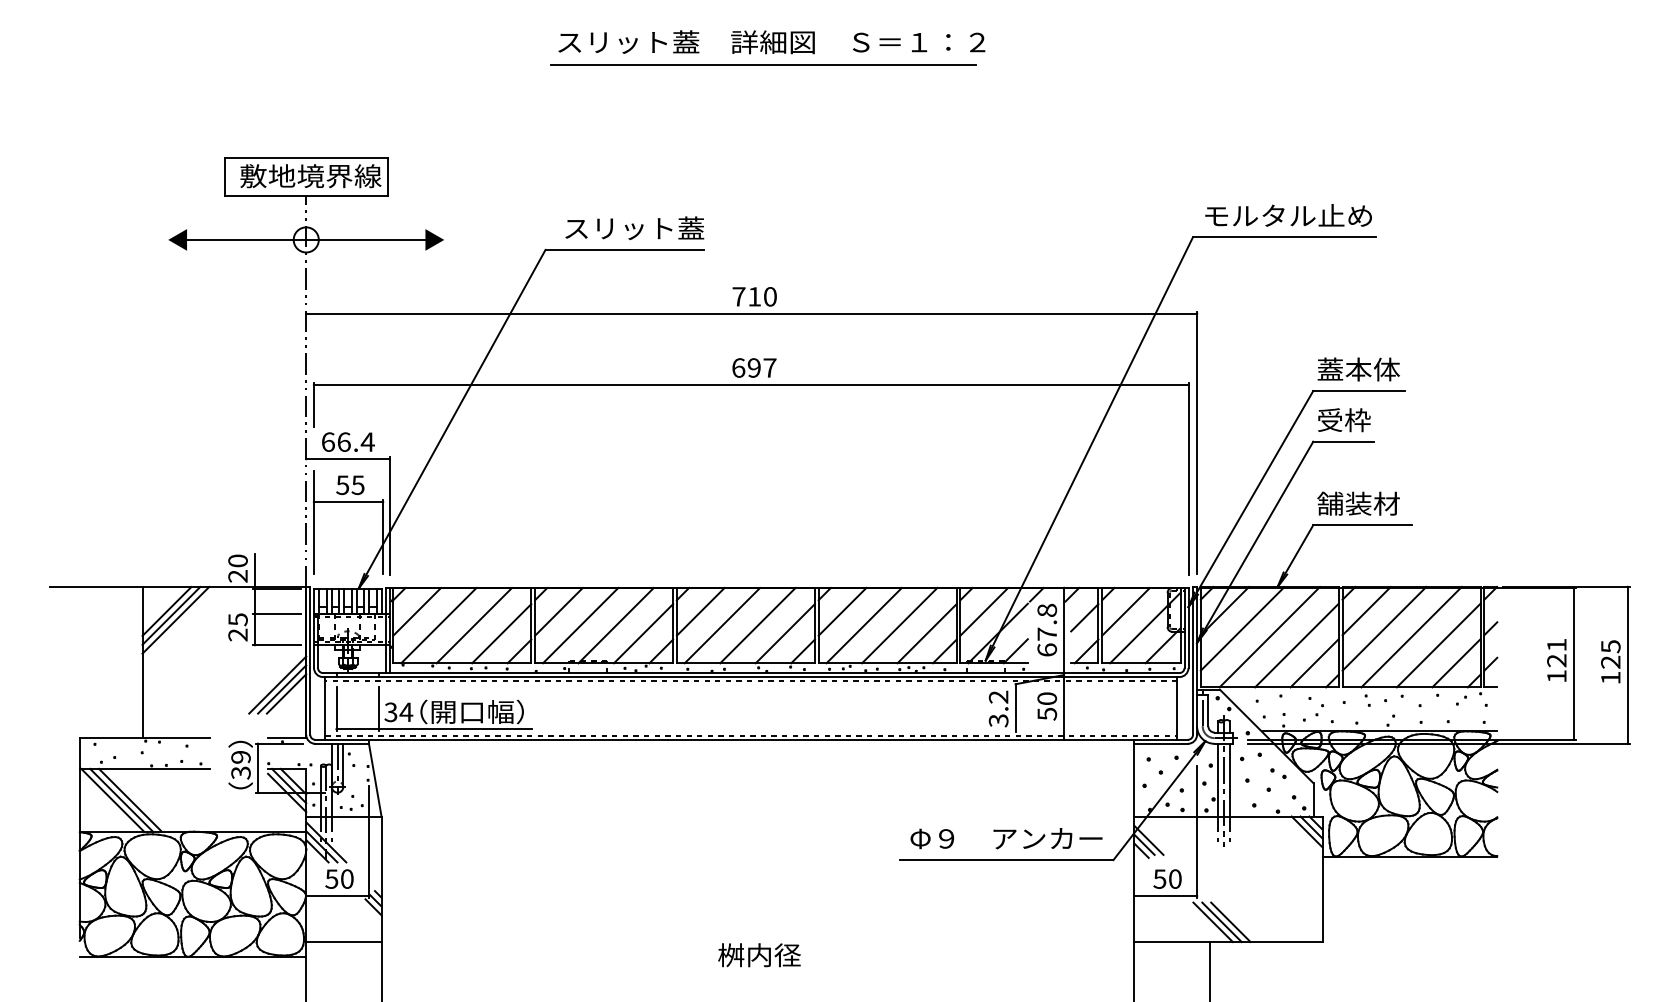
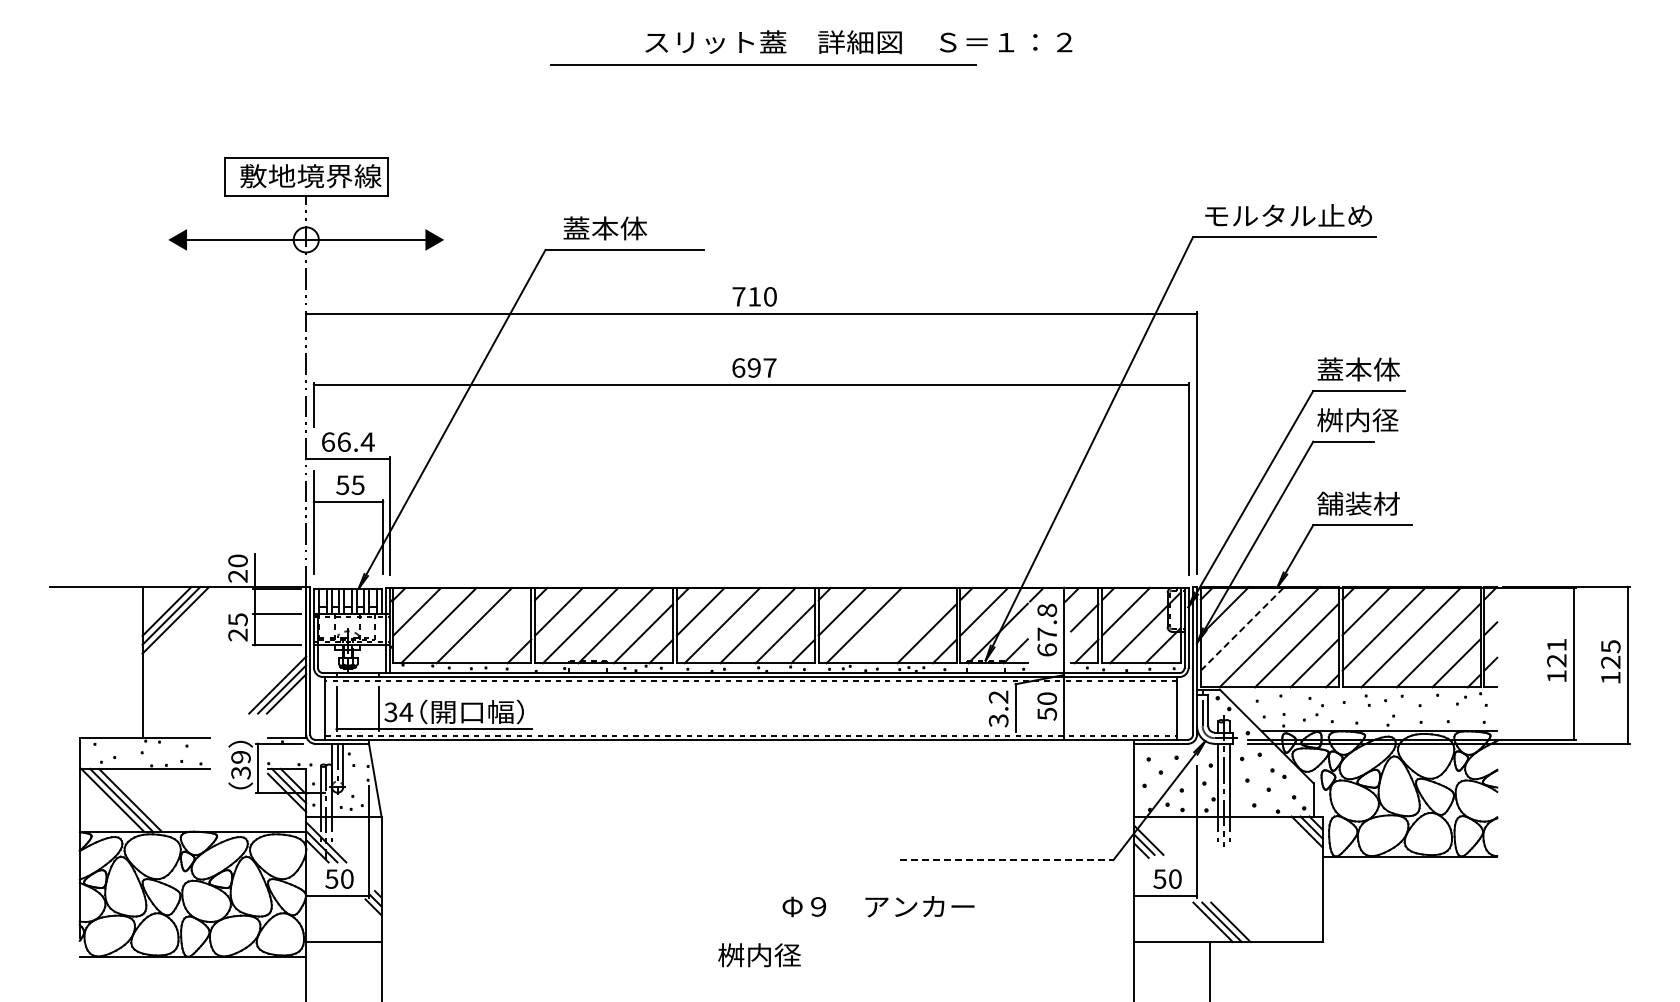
text at (771, 42) position: (771, 42) -> (858, 42)
text at (633, 228): スリット蓋 -> 蓋本体
text at (1357, 420): 受枠 -> 桝内径
line at (899, 625): present -> none
line at (1243, 628): solid -> dashed
line at (501, 633): present -> none
text at (1006, 838) position: (1006, 838) -> (878, 906)
line at (1006, 860): solid -> dashed
